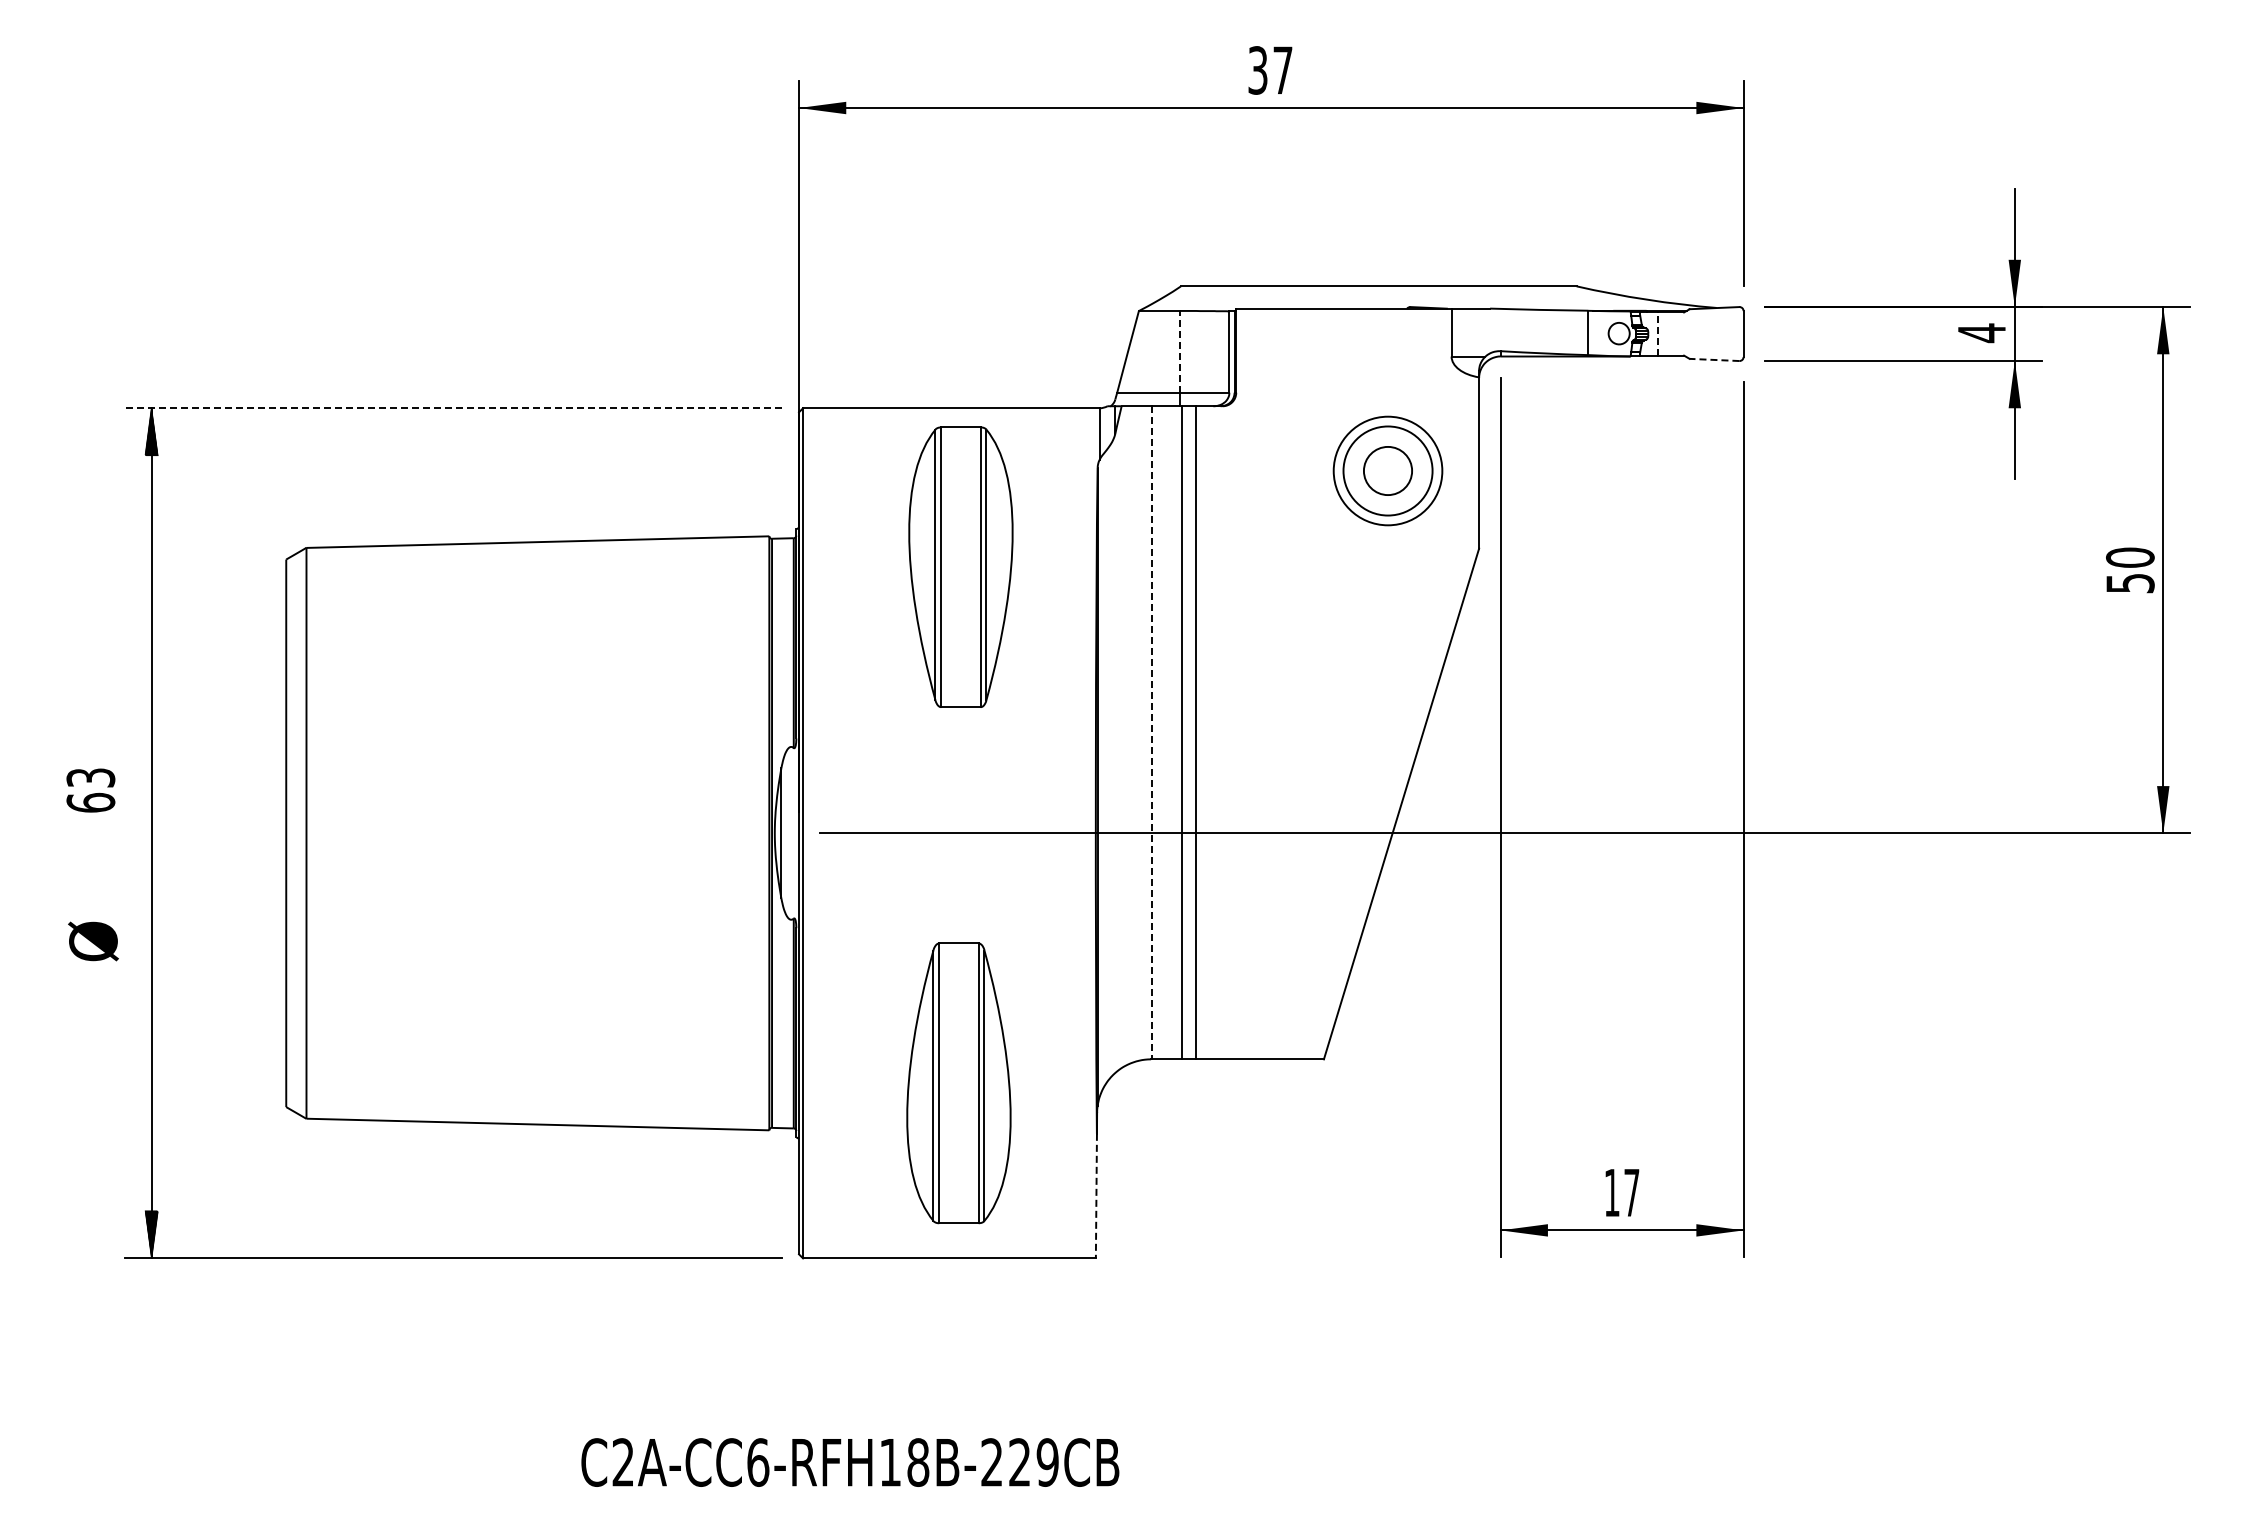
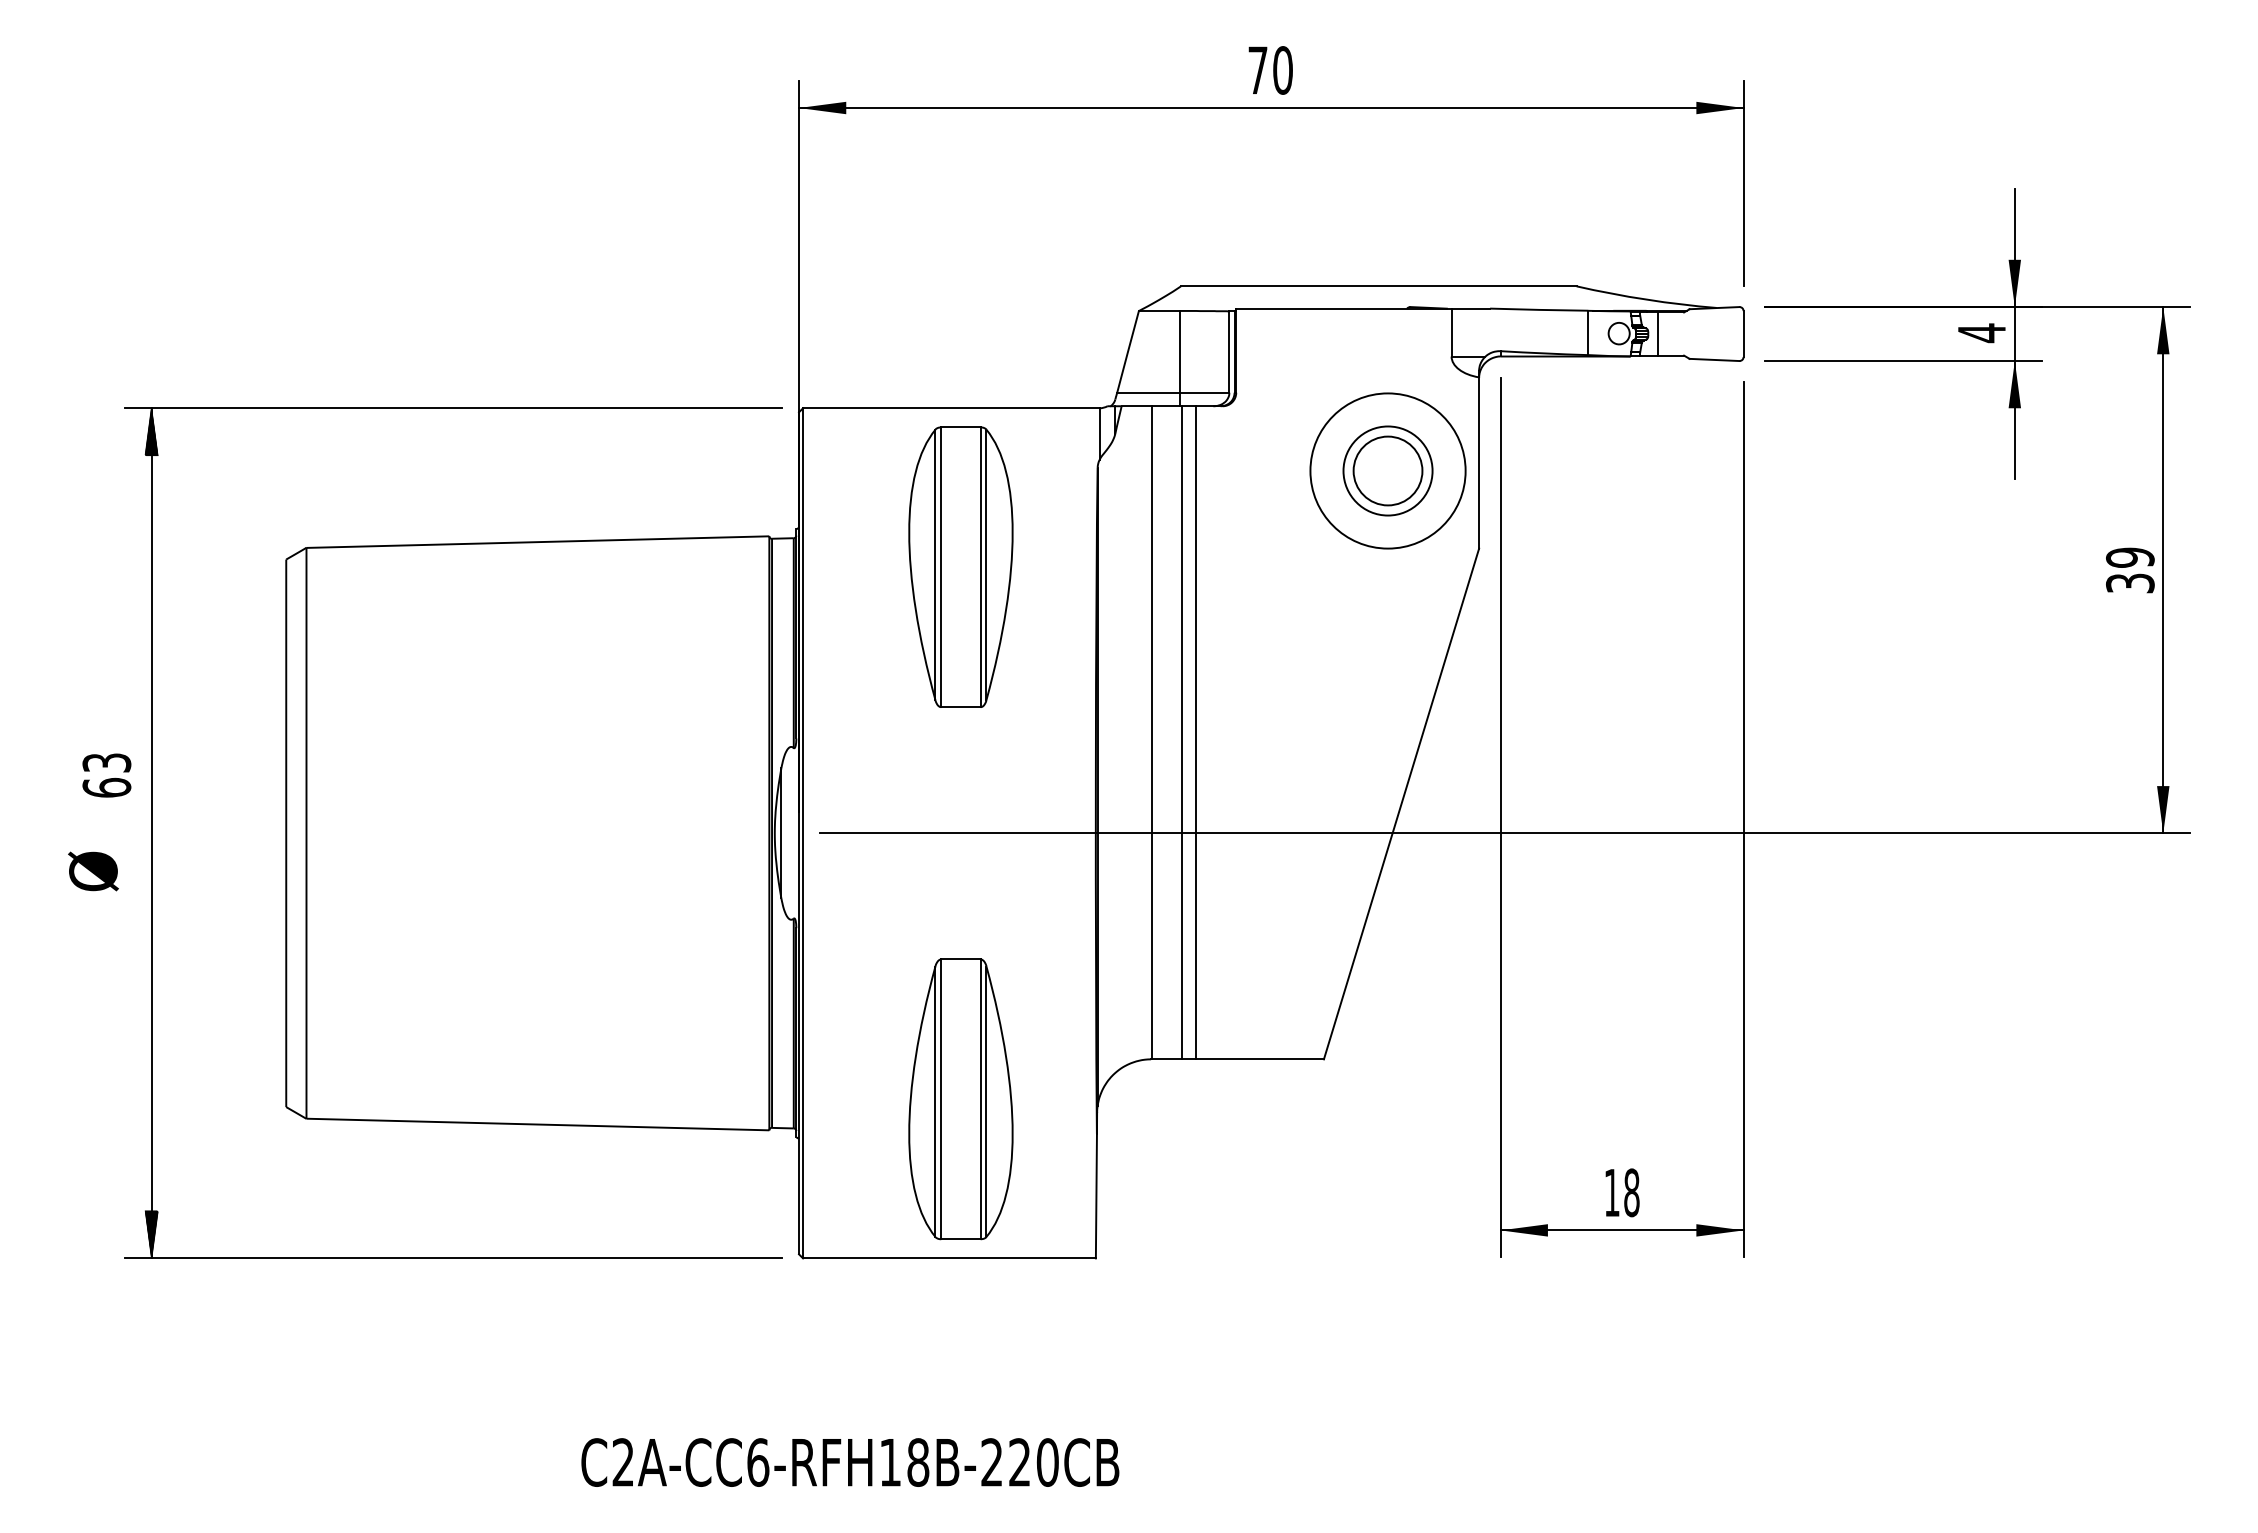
text at (1270, 70): 37 -> 70
line at (1657, 334): dashed -> solid
line at (1179, 351): dashed -> solid
line at (1714, 359): dashed -> solid
line at (453, 408): dashed -> solid
circle at (1387, 470) diameter: 109 px -> 155 px
circle at (1387, 470) diameter: 48 px -> 69 px
text at (2130, 569): 50 -> 39
line at (1151, 732): dashed -> solid
text at (90, 790) position: (90, 790) -> (106, 775)
text at (93, 941) position: (93, 941) -> (93, 871)
part at (958, 1083) position: (958, 1083) -> (960, 1099)
text at (1631, 1192): 17 -> 18
line at (1096, 1196): dashed -> solid
text at (1047, 1462): C2A-CC6-RFH18B-229CB -> C2A-CC6-RFH18B-220CB
